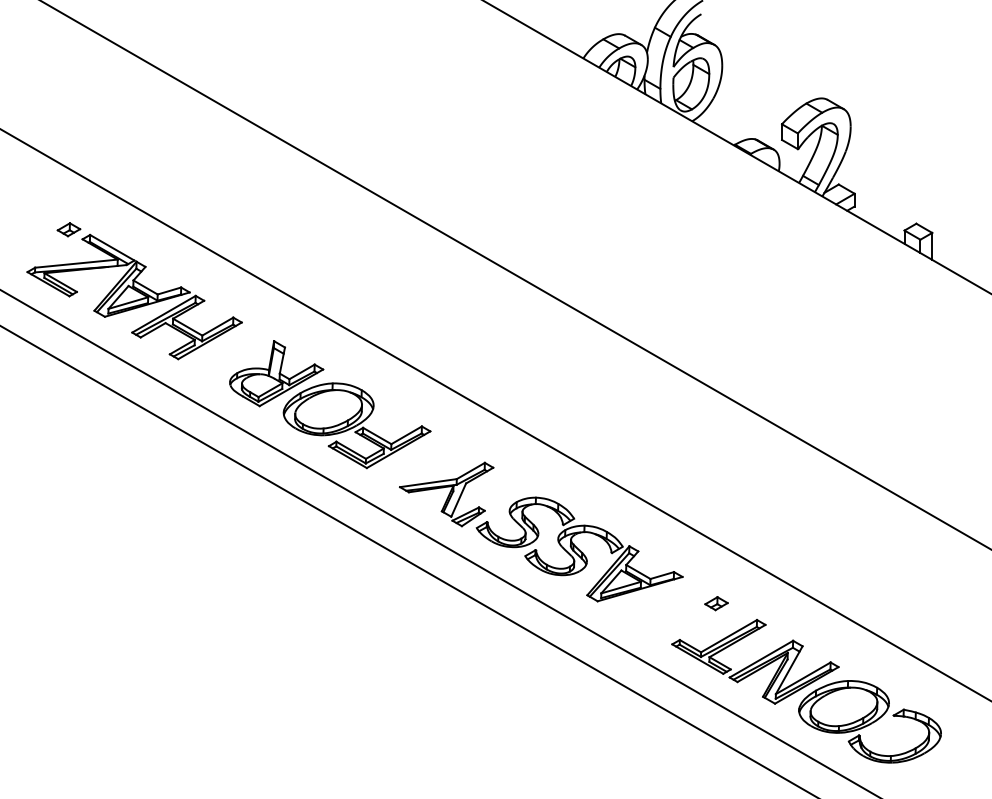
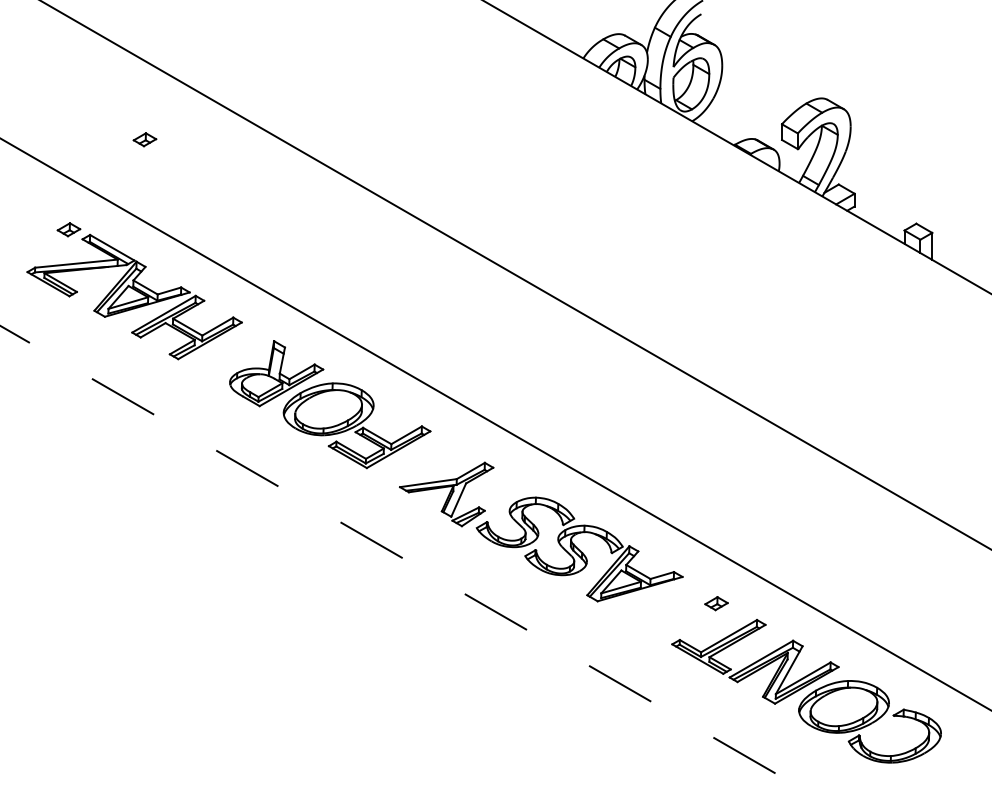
part at (144, 139): none -> present
line at (495, 414) position: (495, 414) -> (495, 424)
line at (439, 543): present -> none
line at (410, 562): solid -> dashed
